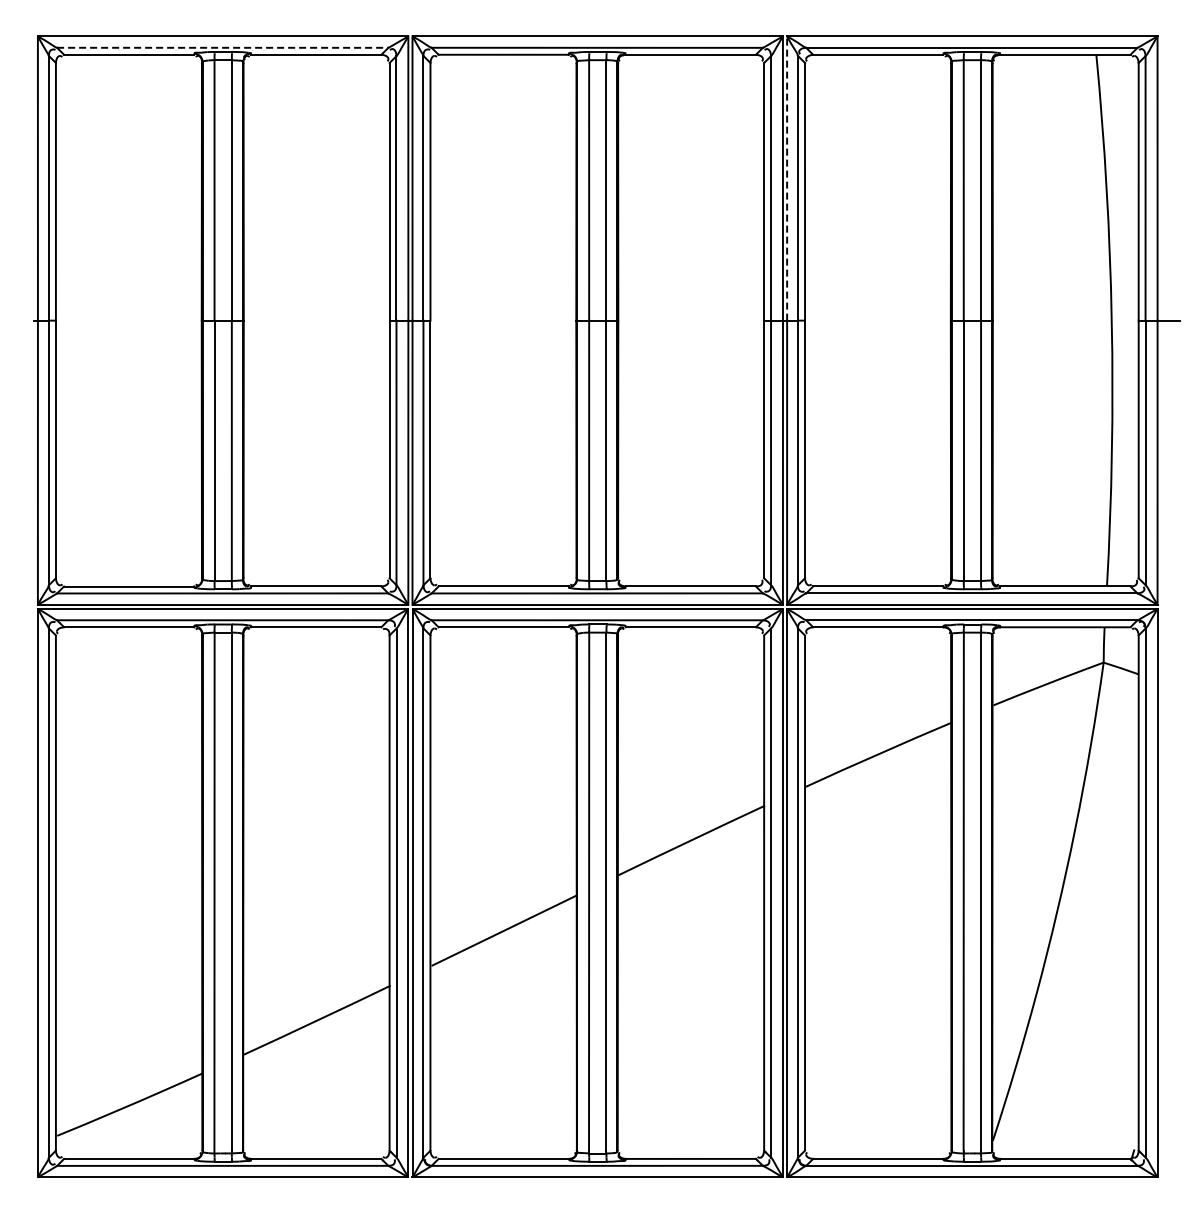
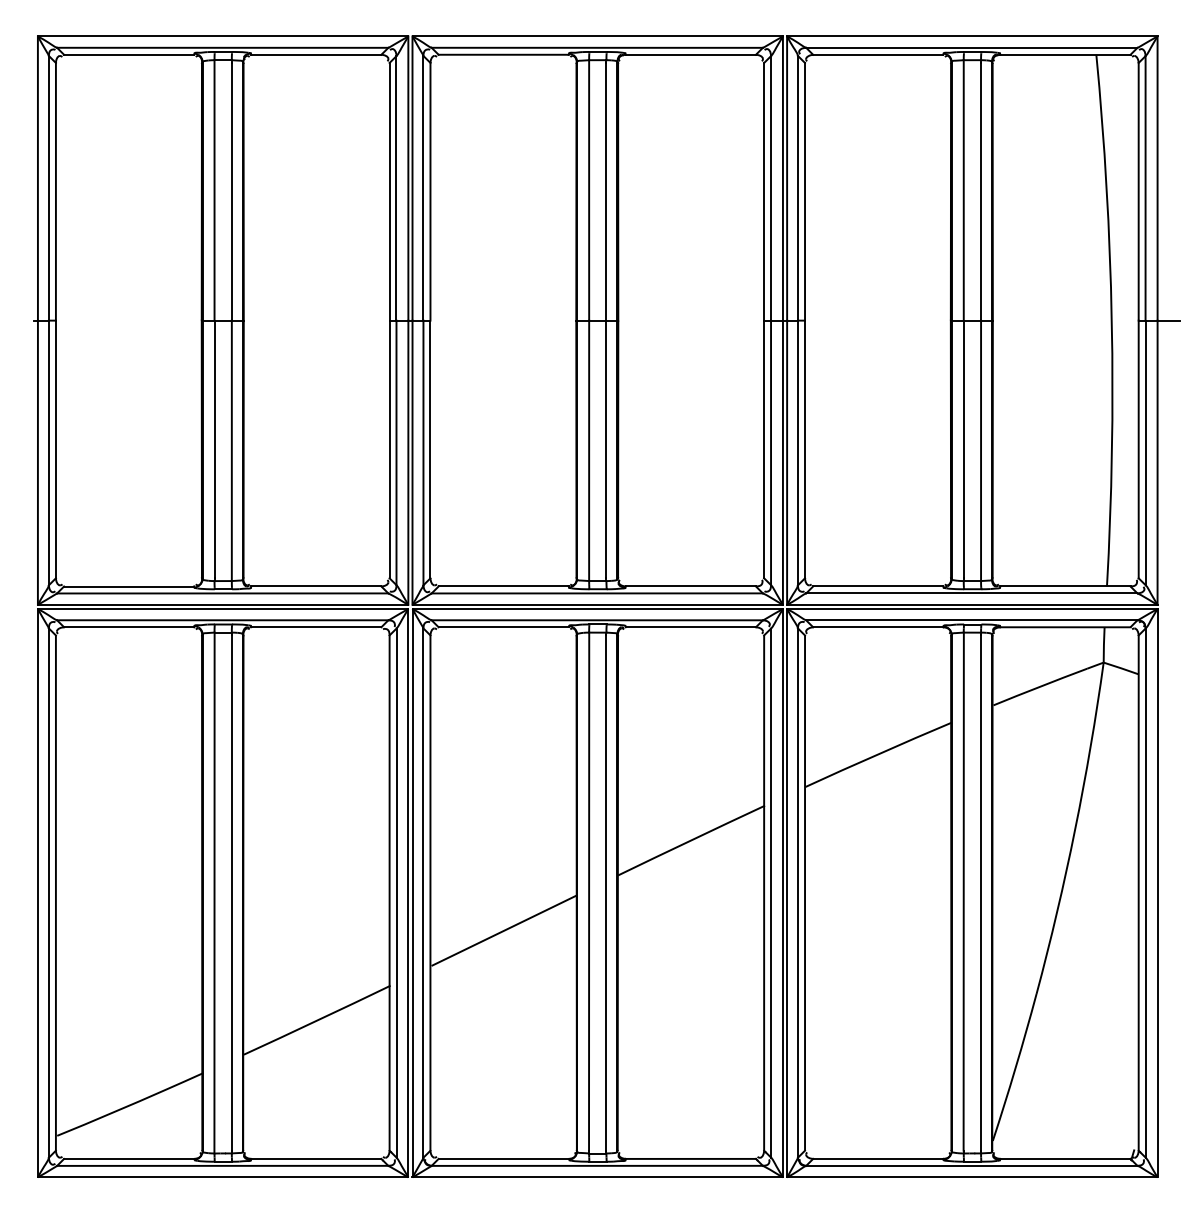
line at (222, 47): dashed -> solid
line at (787, 178): dashed -> solid
